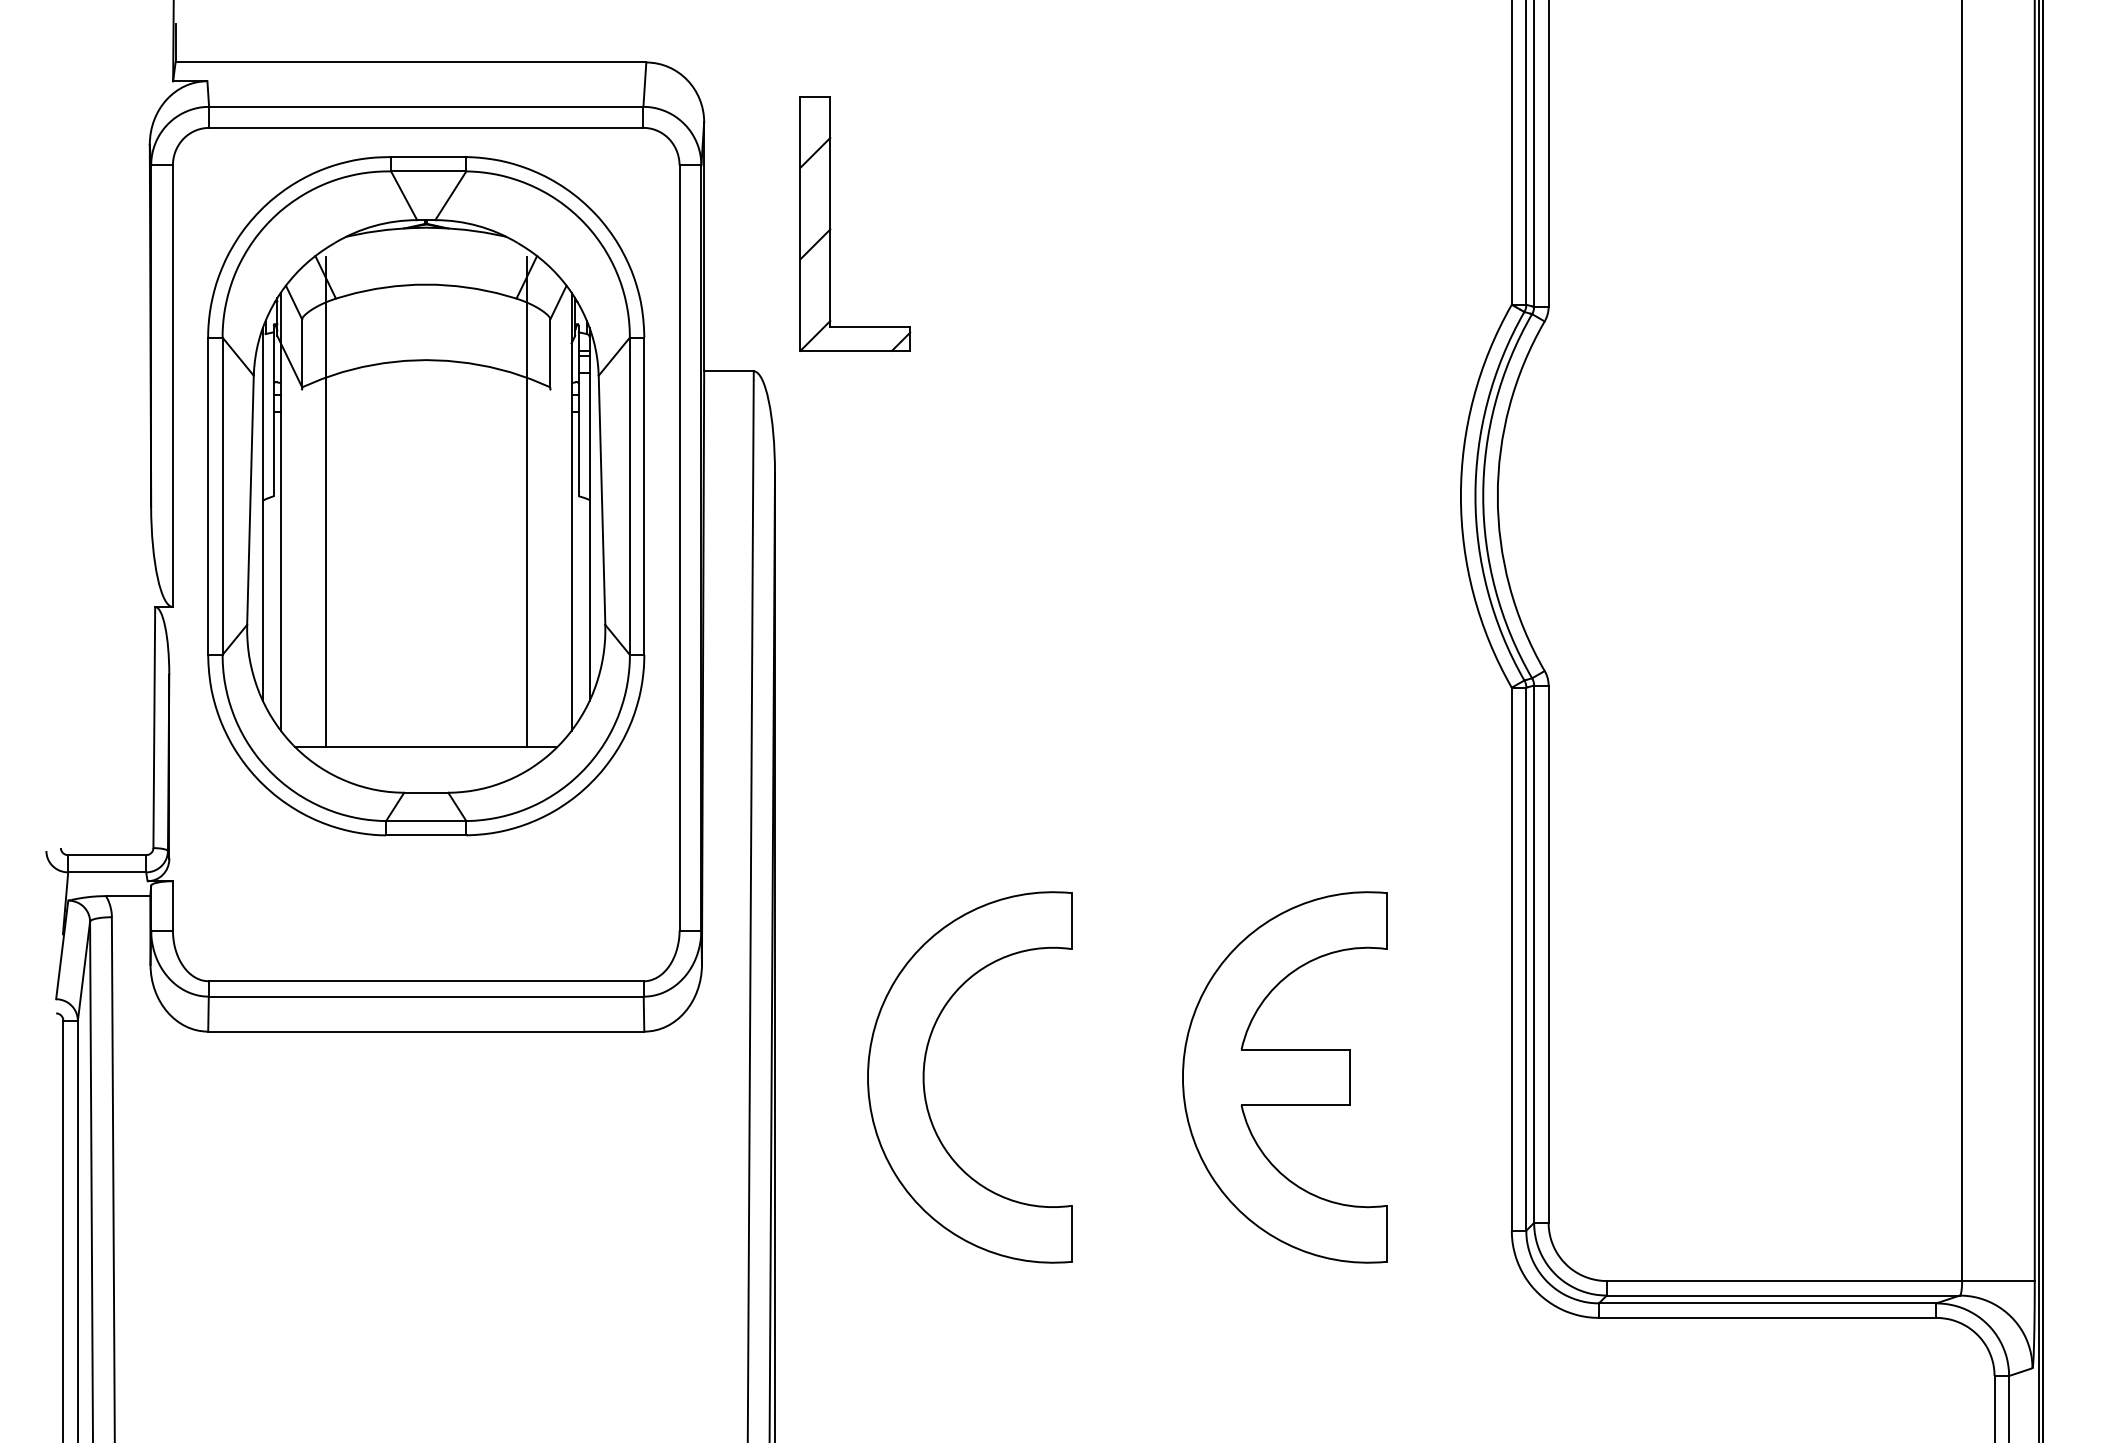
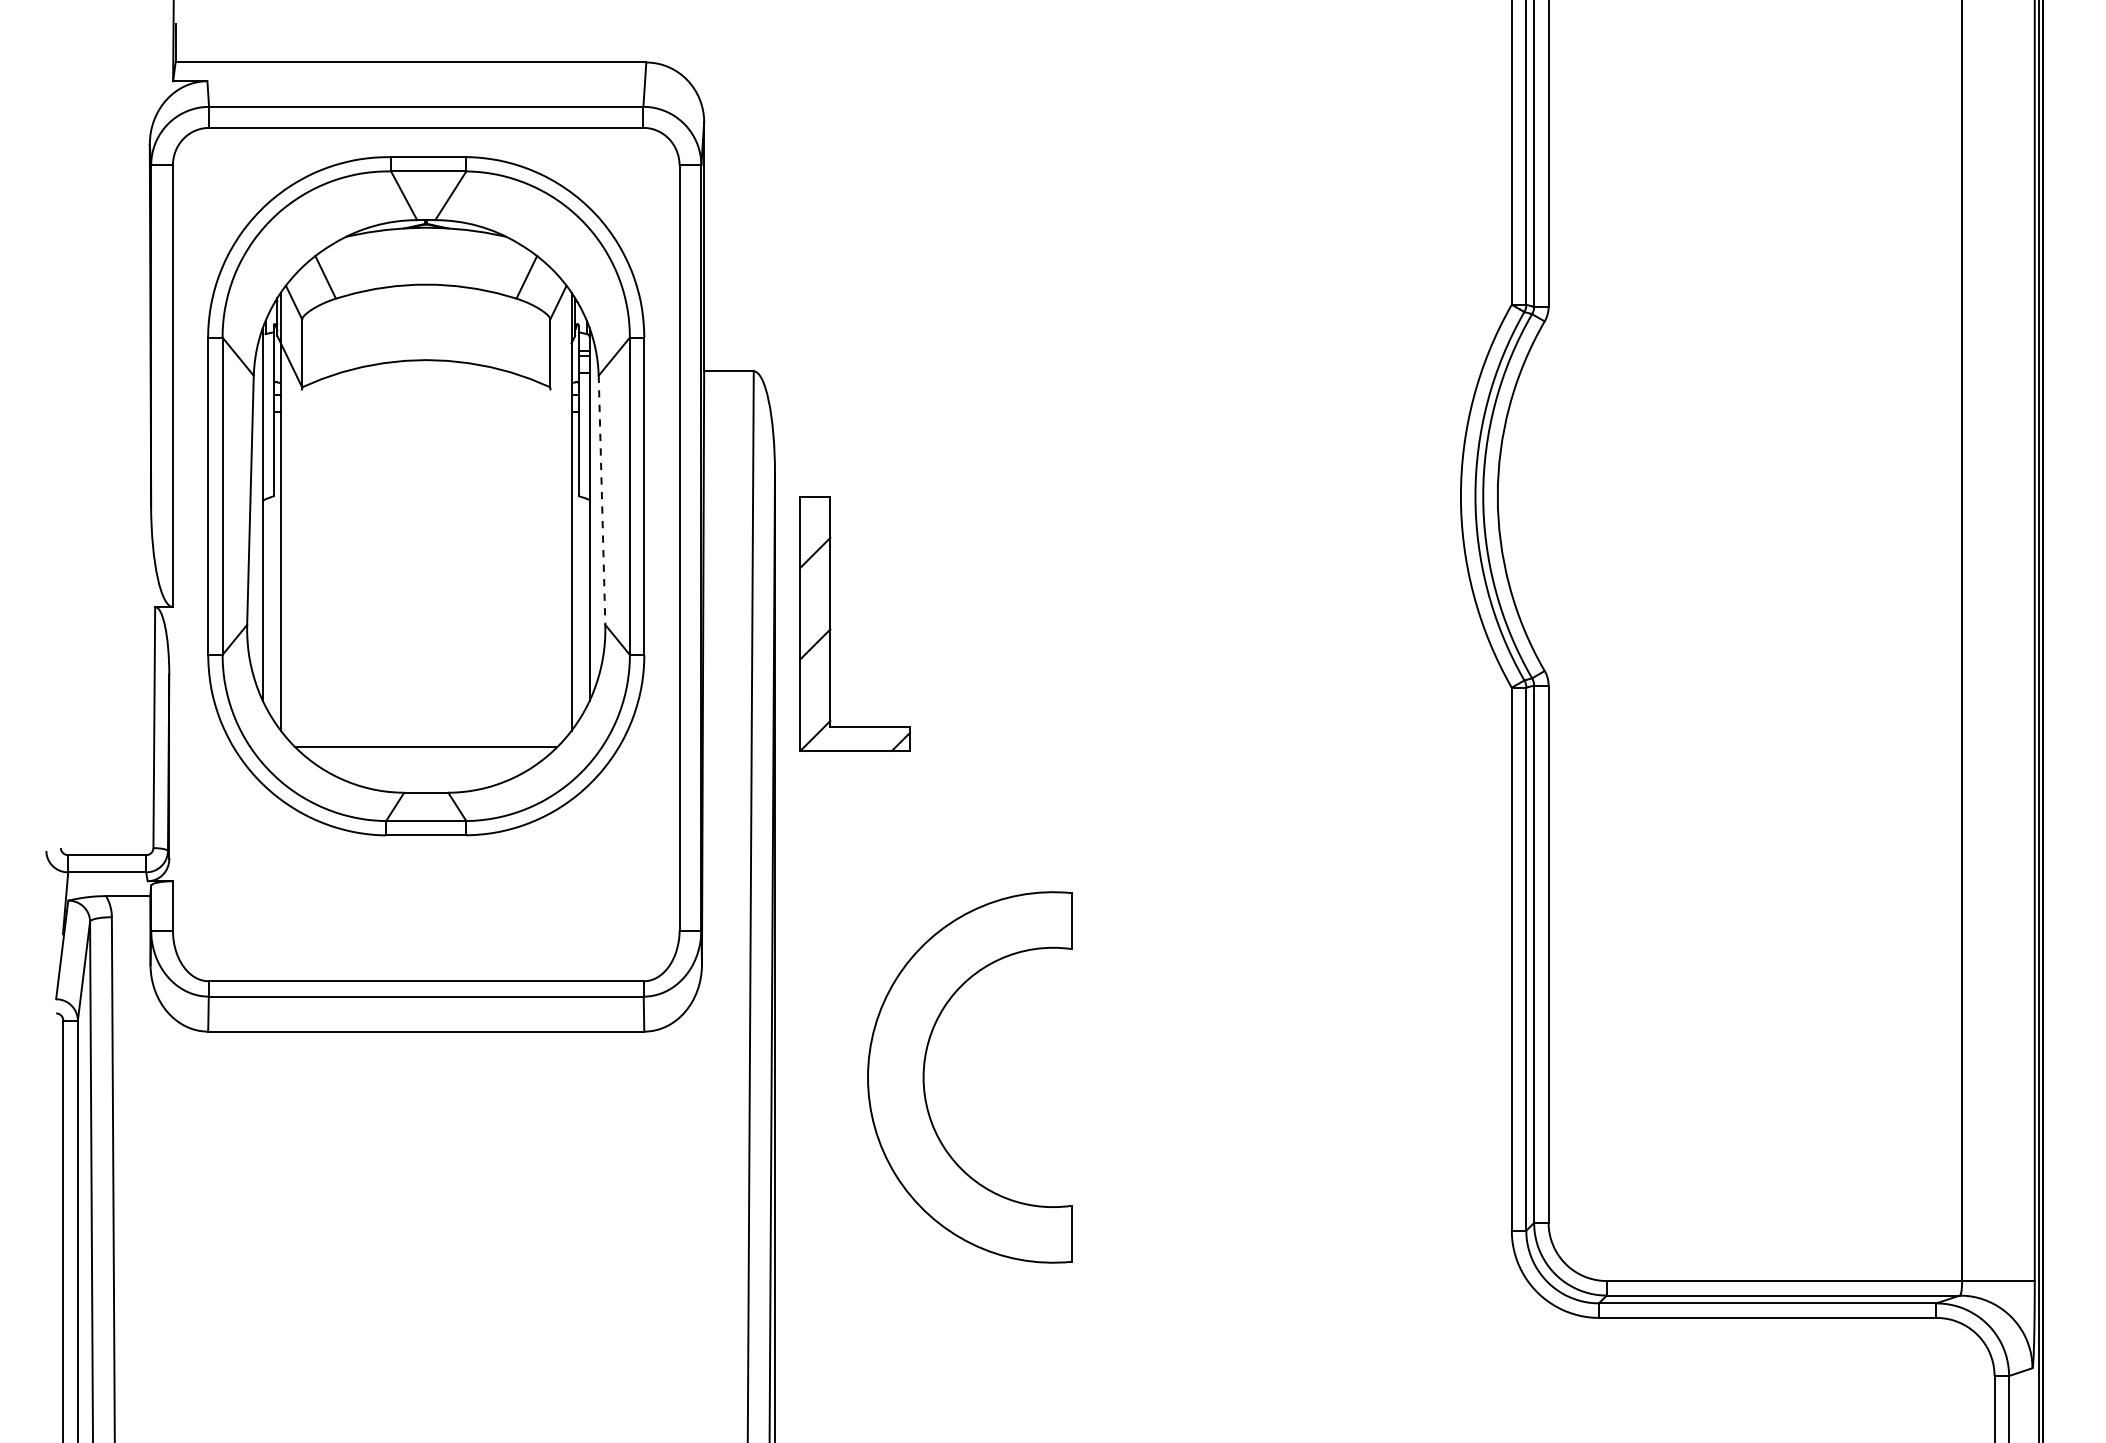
part at (831, 229) position: (831, 229) -> (831, 629)
line at (602, 500): solid -> dashed
line at (325, 501): present -> none
line at (526, 501): present -> none
part at (1284, 1077): present -> none
